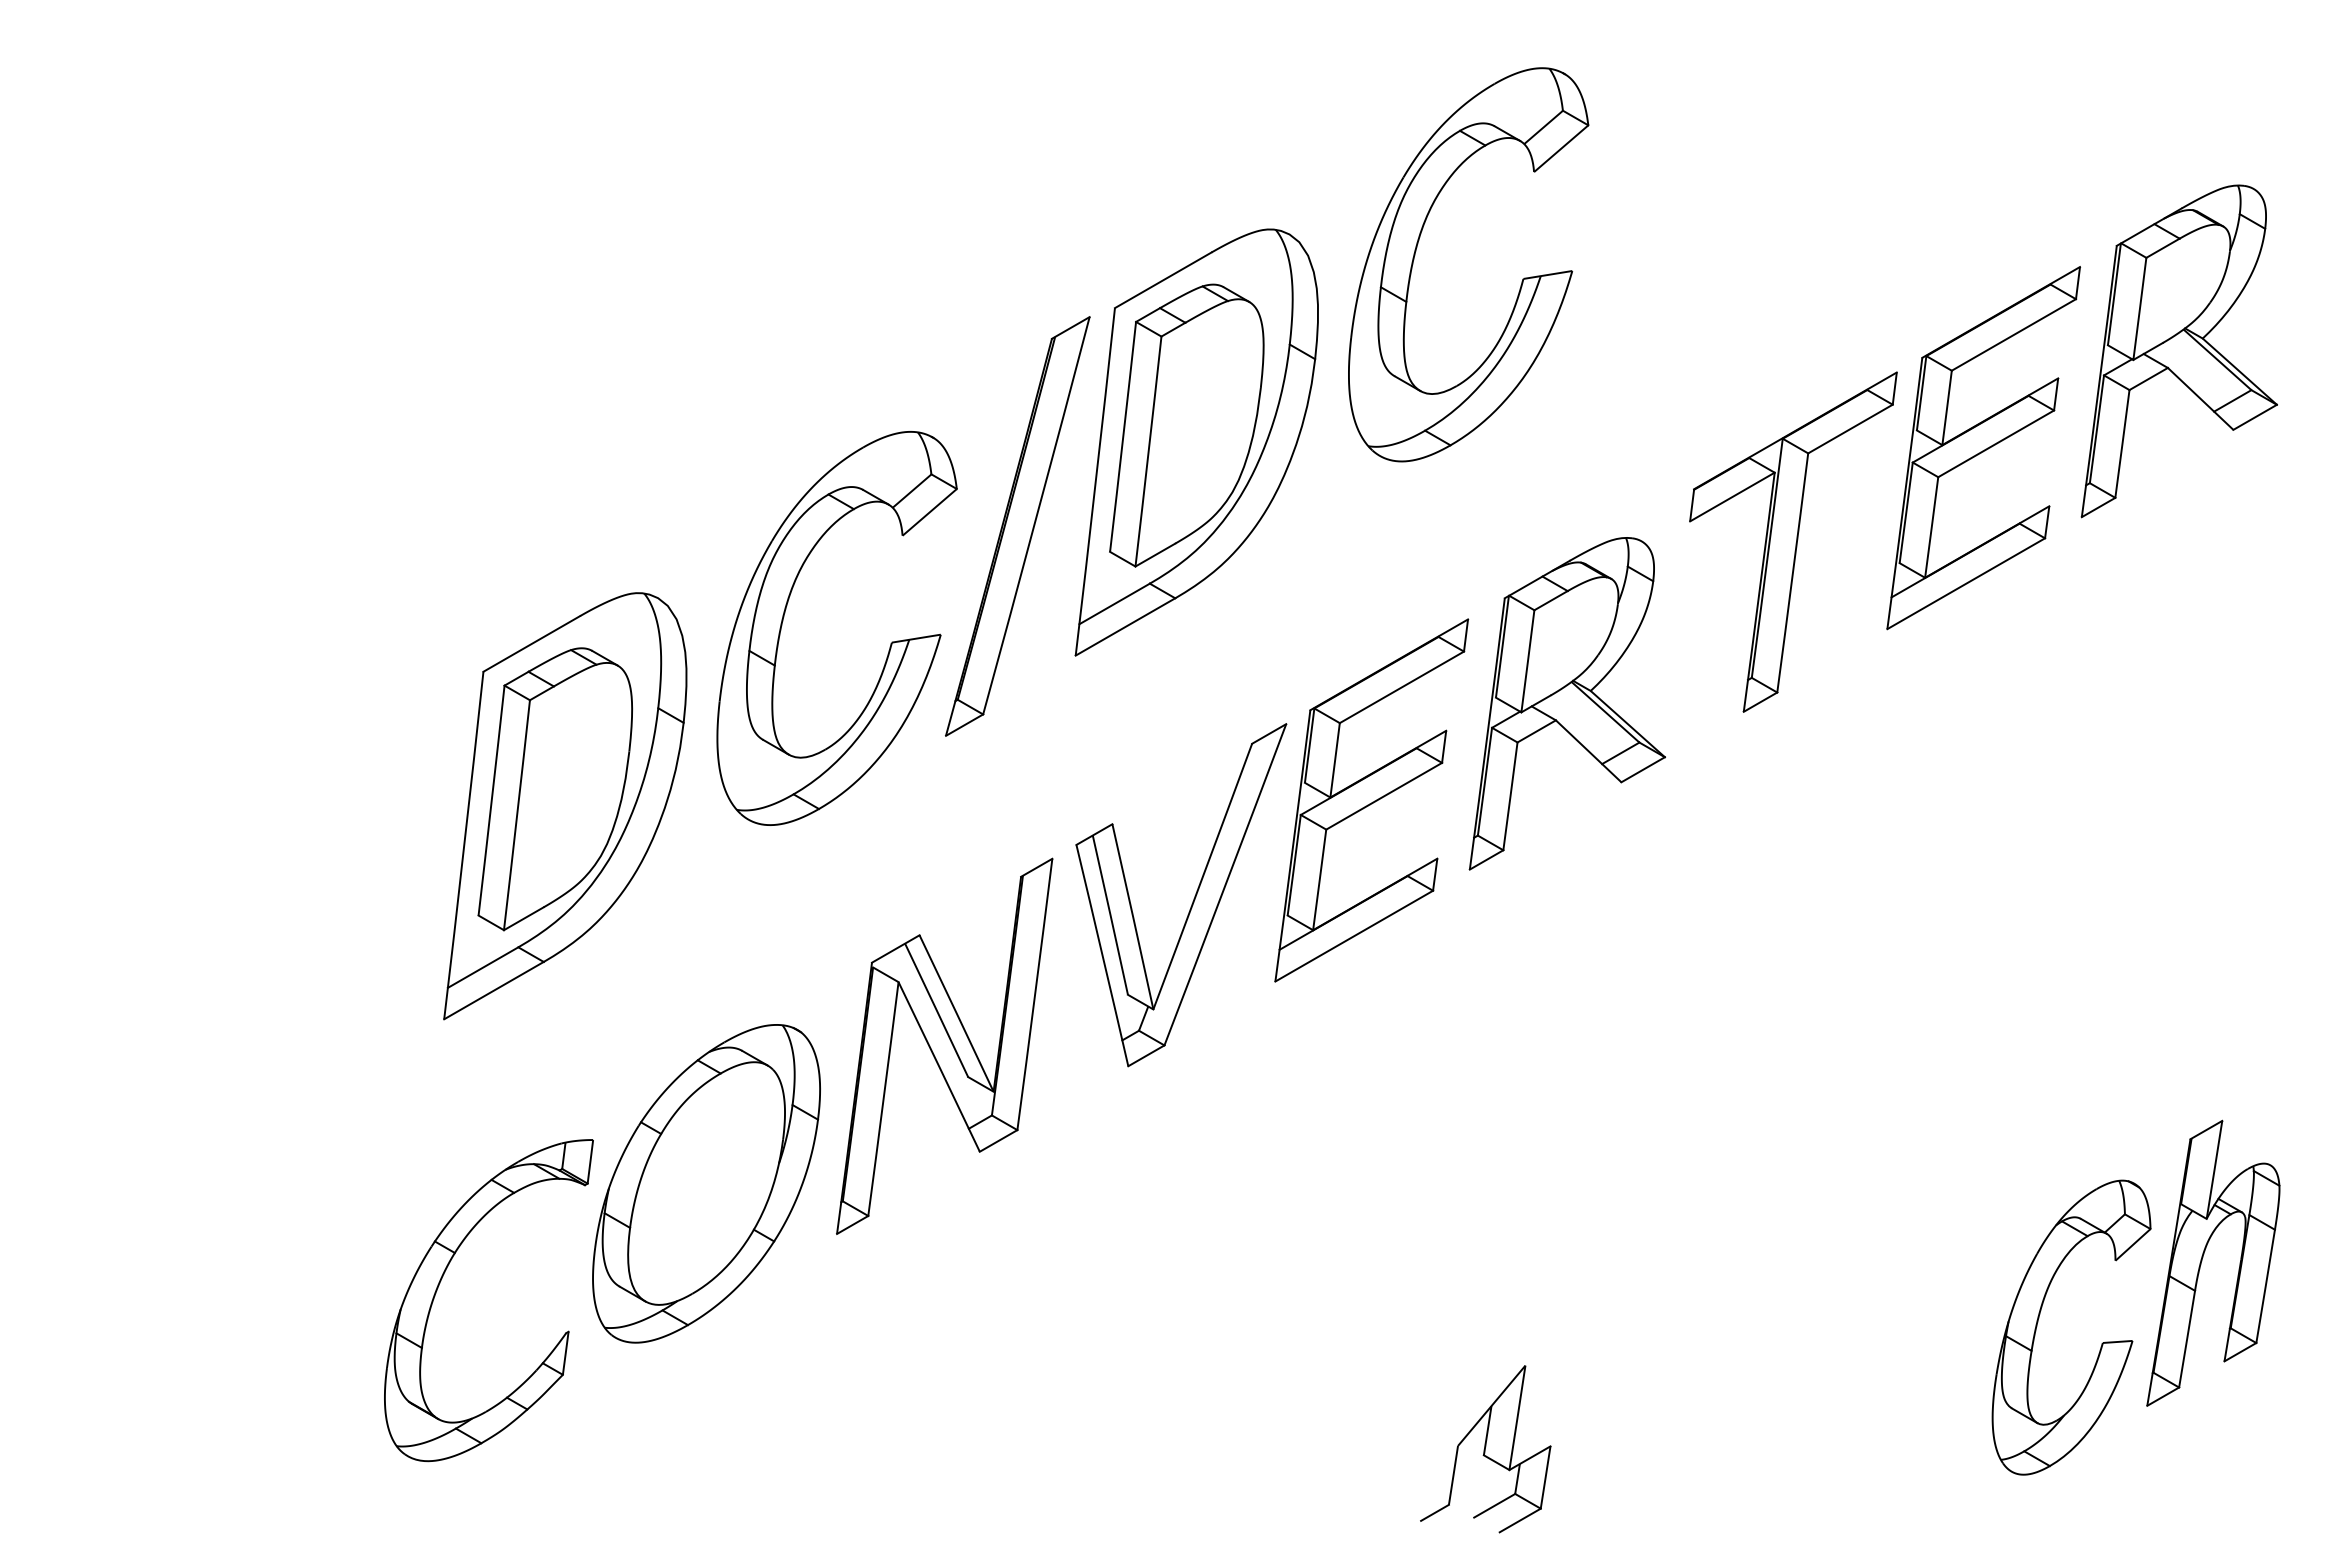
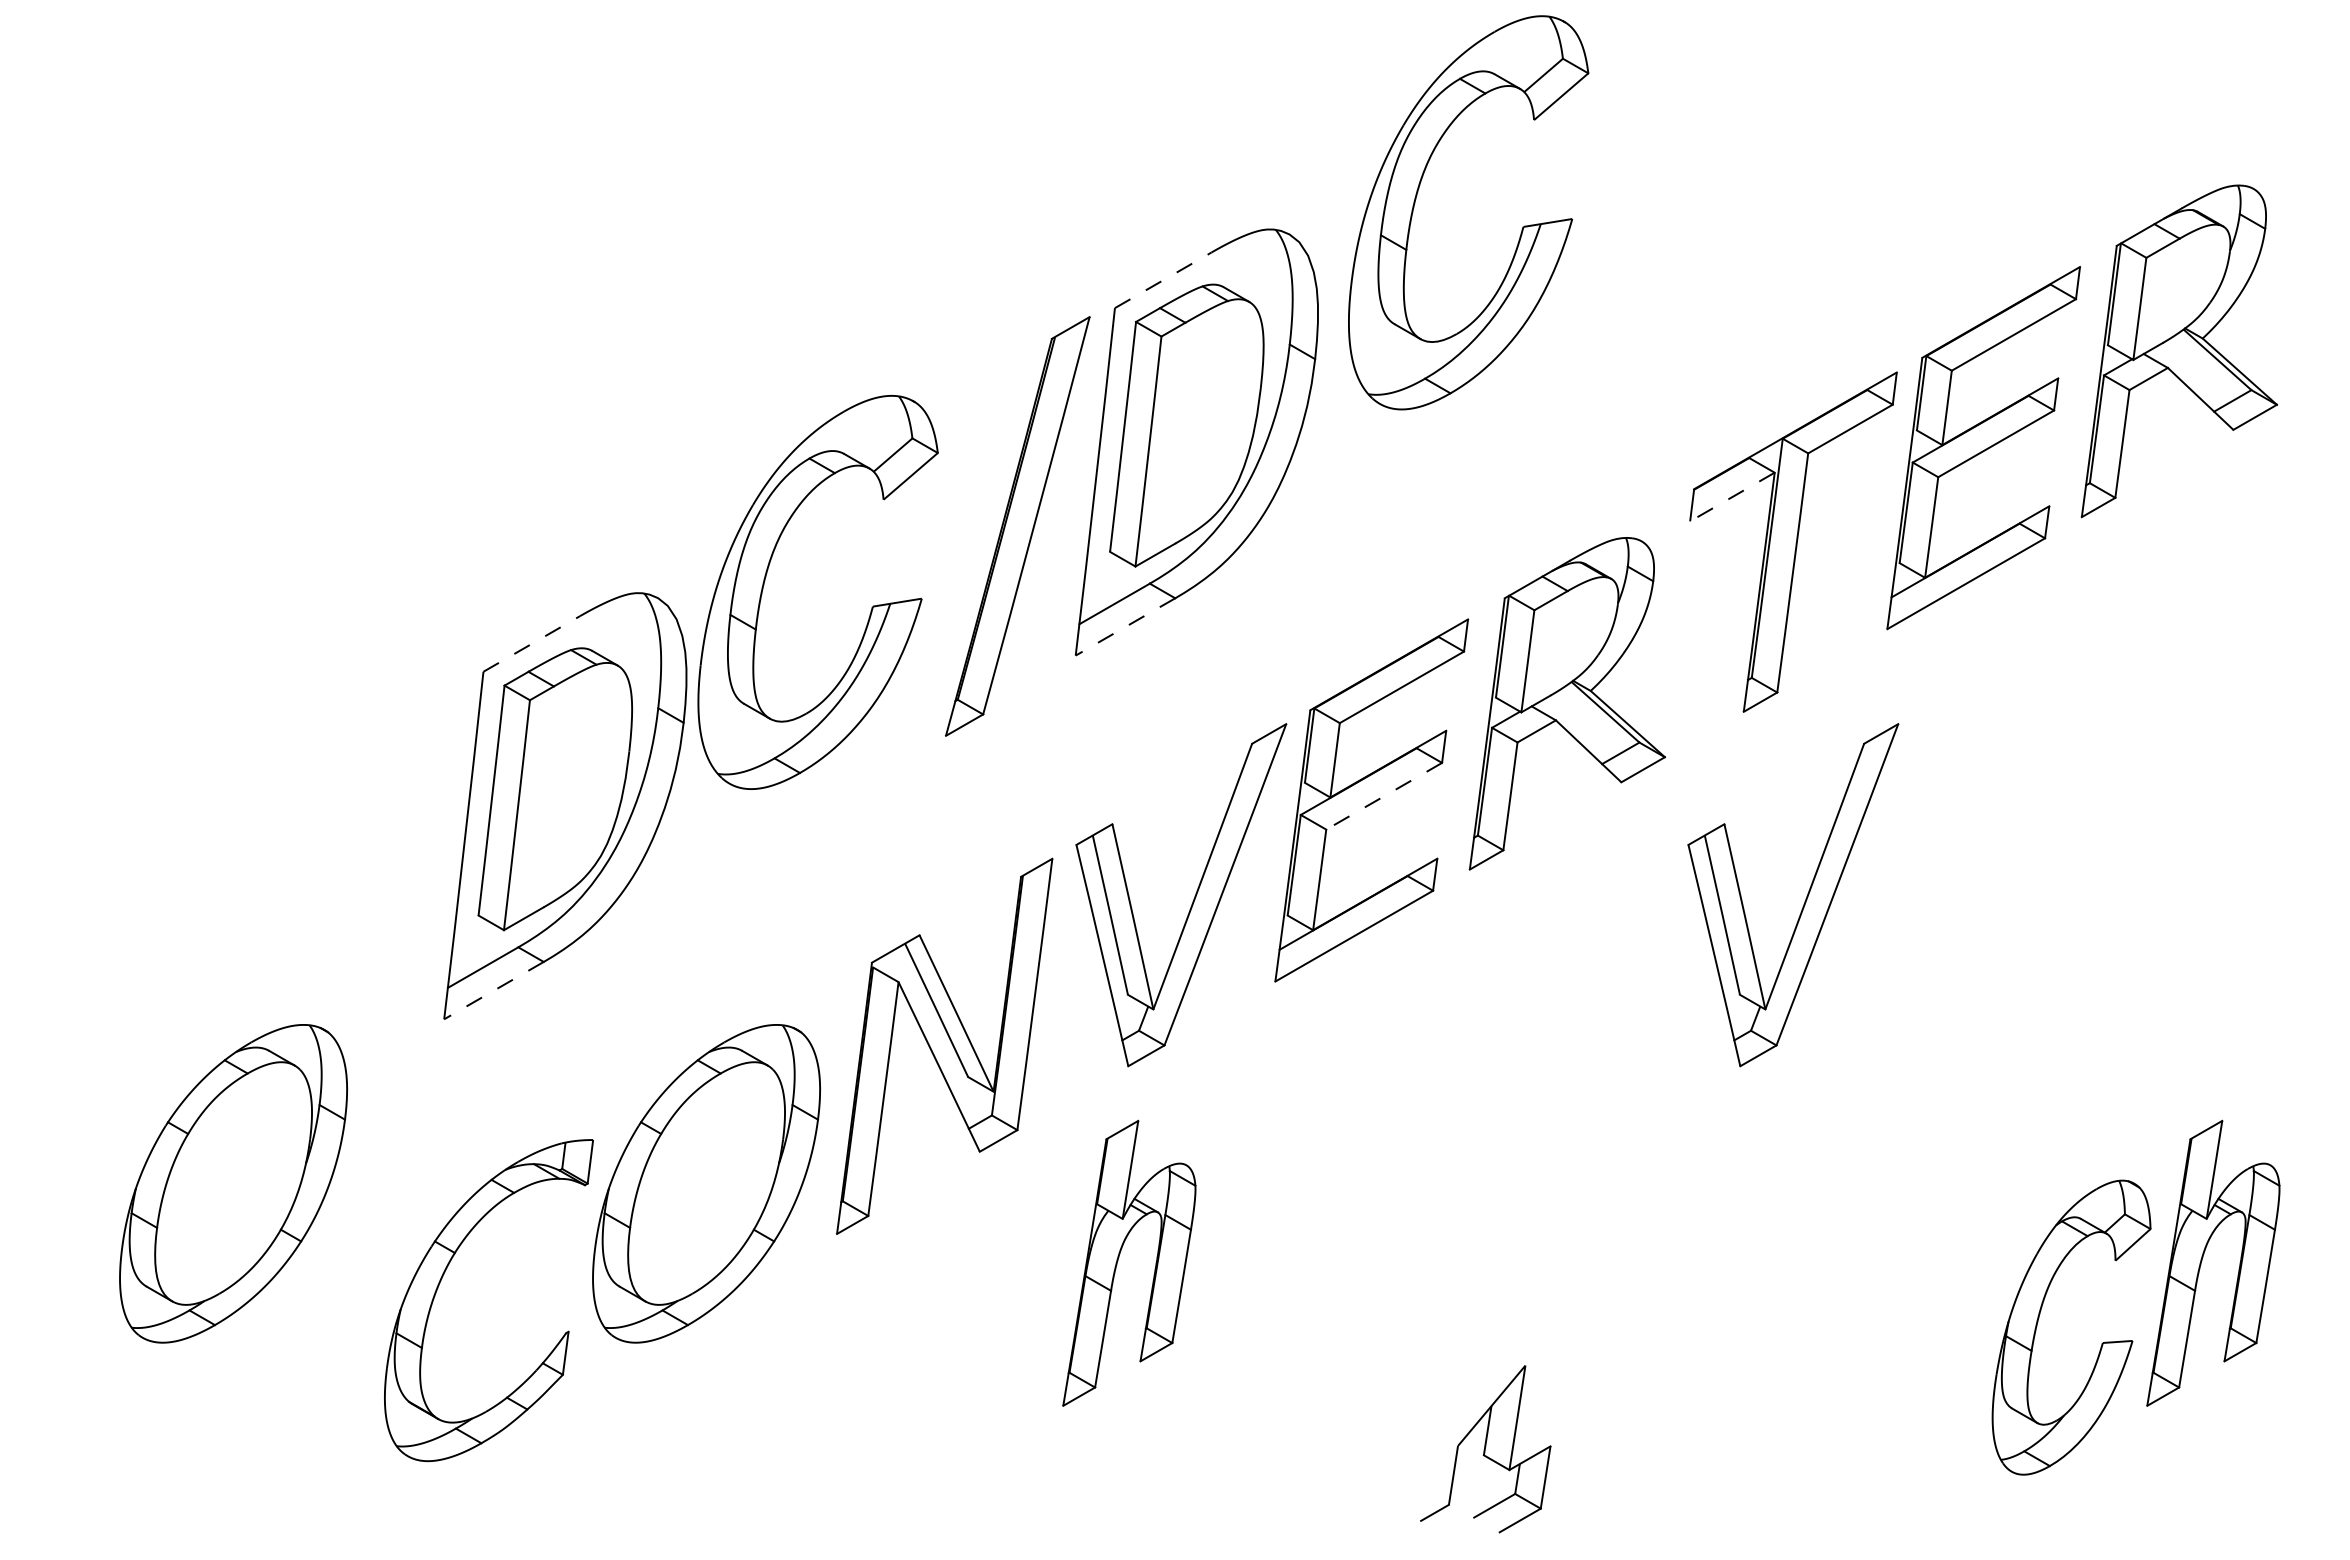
part at (1416, 251) position: (1416, 251) -> (1416, 199)
line at (1163, 280): solid -> dashed
line at (1732, 497): solid -> dashed
part at (784, 617) position: (784, 617) -> (765, 581)
line at (1125, 627): solid -> dashed
line at (531, 643): solid -> dashed
line at (1384, 796): solid -> dashed
part at (1805, 898): none -> present
line at (493, 990): solid -> dashed
part at (233, 1183): none -> present
part at (1118, 1261): none -> present
